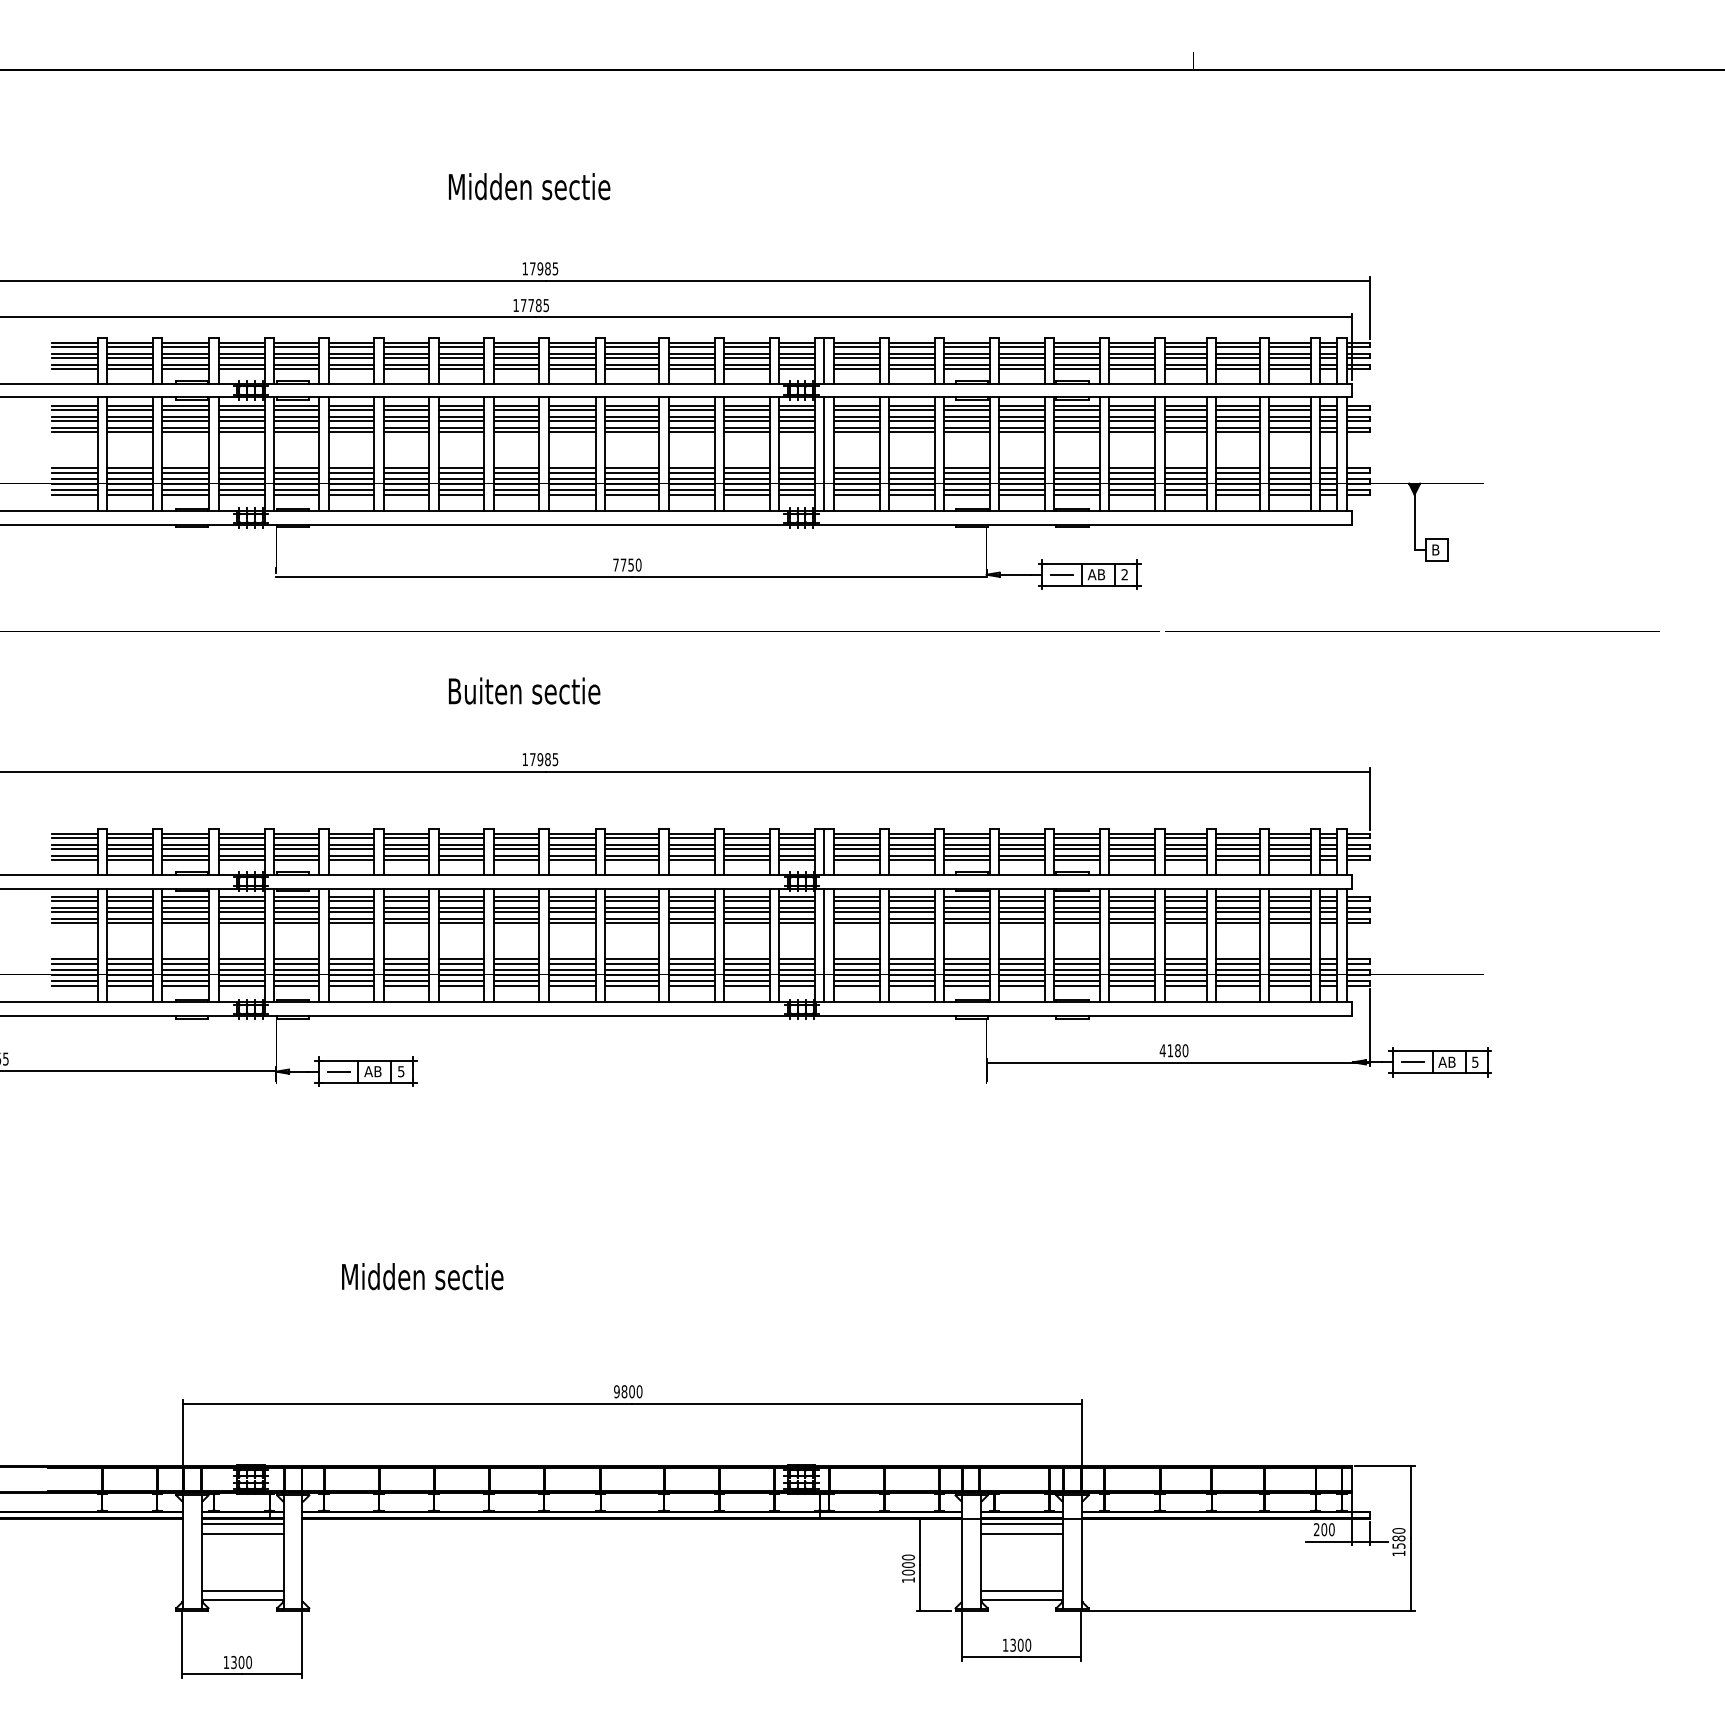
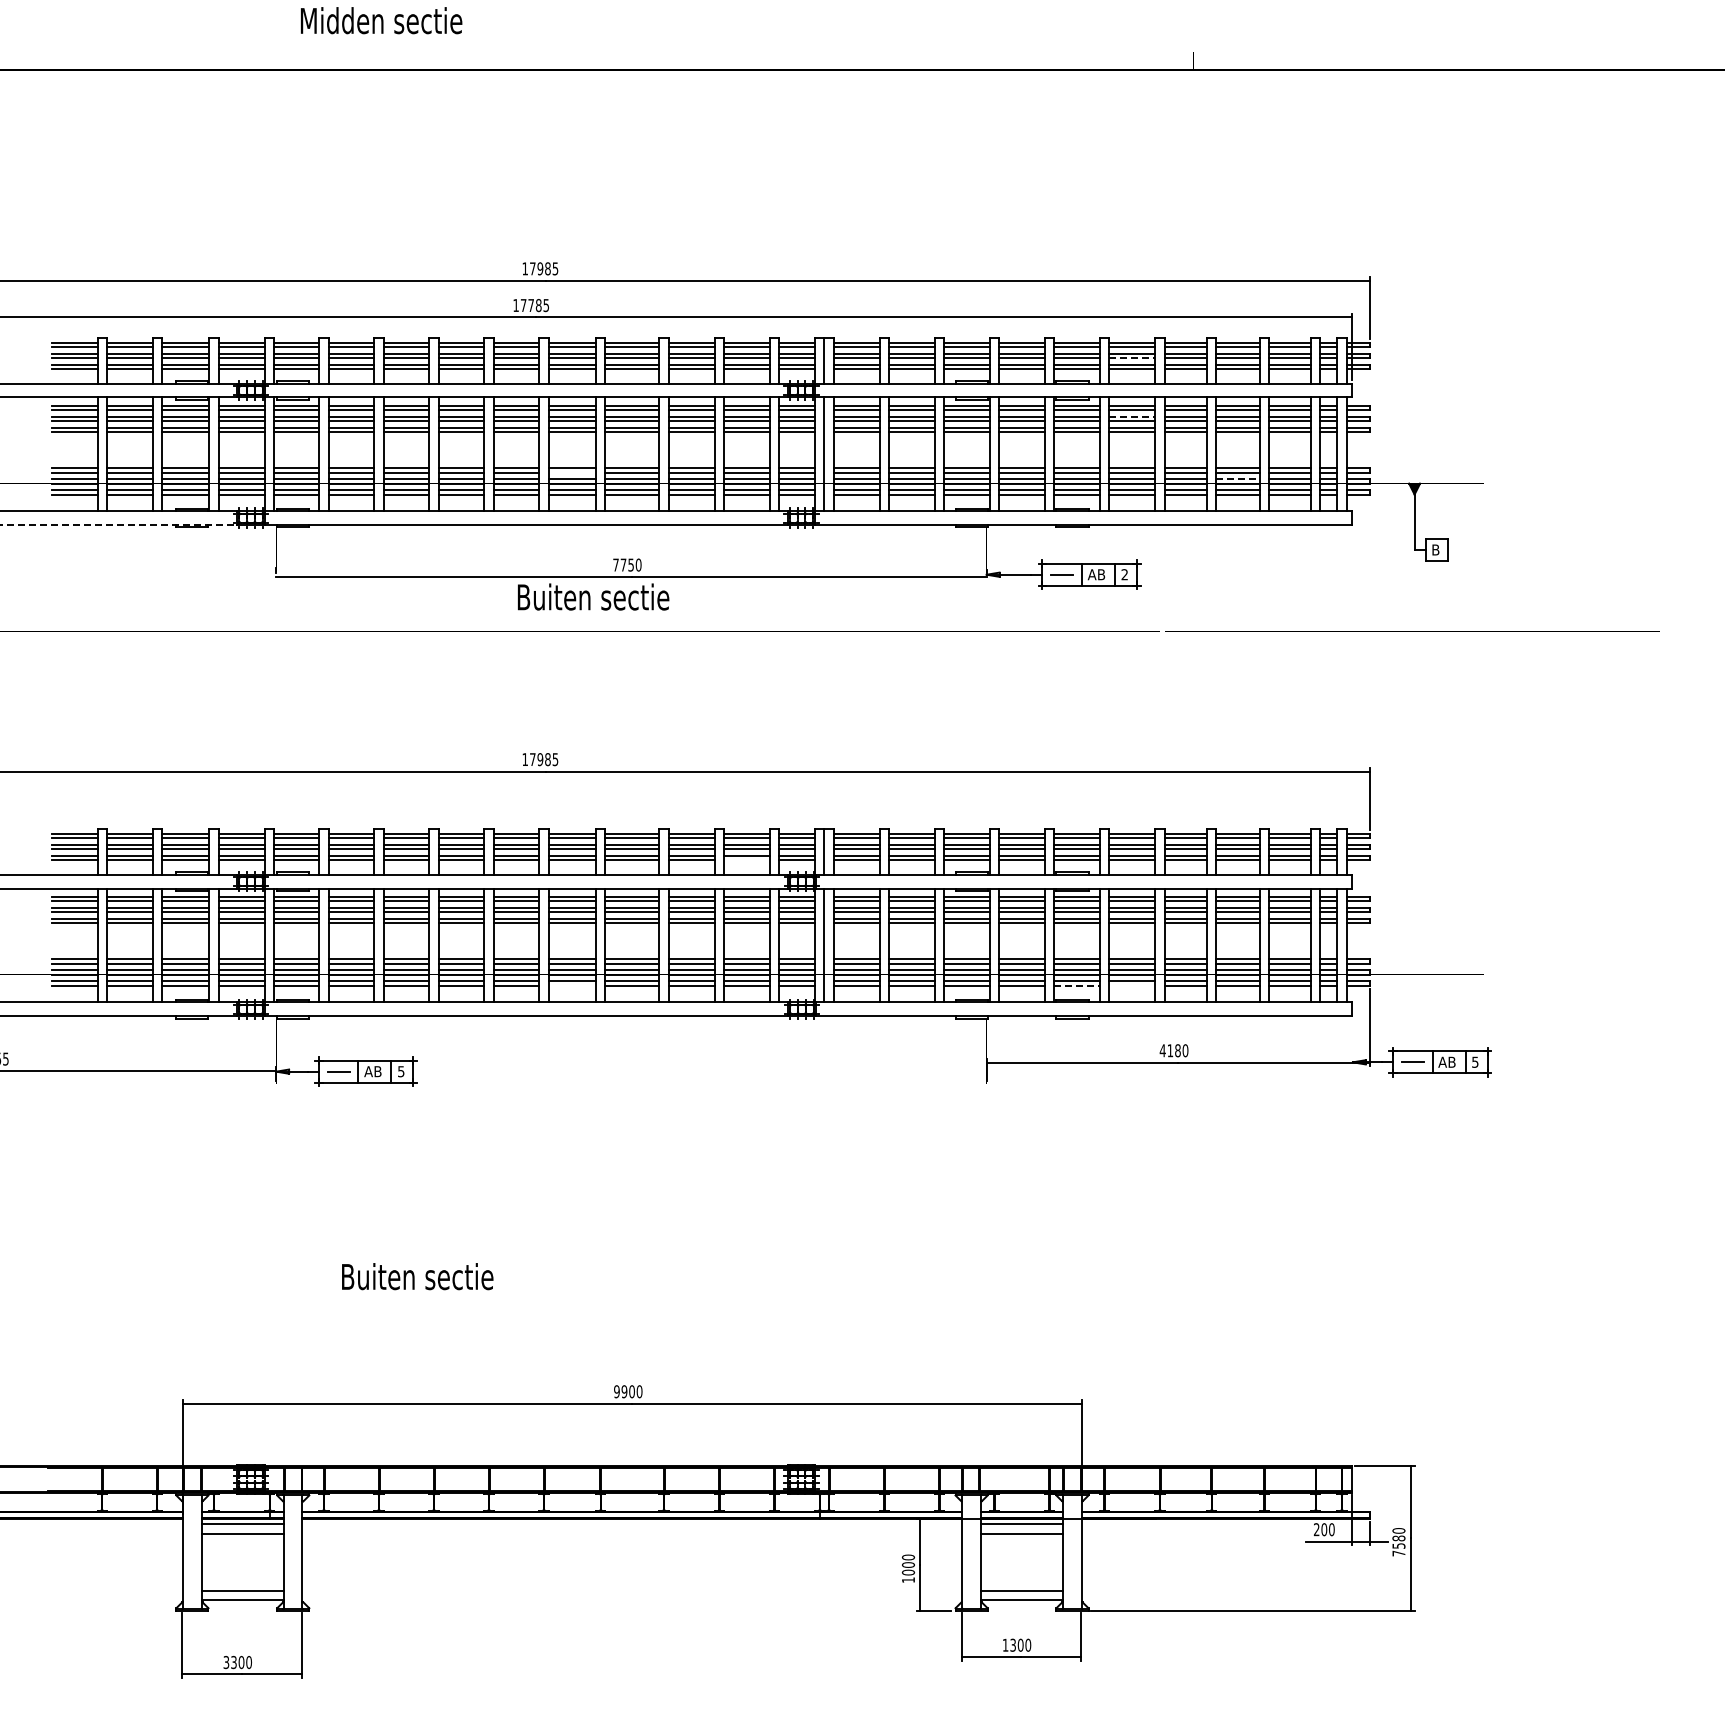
text at (529, 186) position: (529, 186) -> (381, 20)
line at (1132, 358): solid -> dashed
line at (1132, 416): solid -> dashed
line at (572, 472): present -> none
line at (1238, 479): solid -> dashed
line at (119, 525): solid -> dashed
text at (524, 690) position: (524, 690) -> (593, 596)
line at (746, 860): present -> none
line at (572, 985): present -> none
line at (1077, 985): solid -> dashed
line at (1132, 985): present -> none
text at (423, 1276): Midden sectie -> Buiten sectie
text at (624, 1391): 9800 -> 9900
text at (1398, 1553): 1580 -> 7580
text at (226, 1662): 1300 -> 3300
